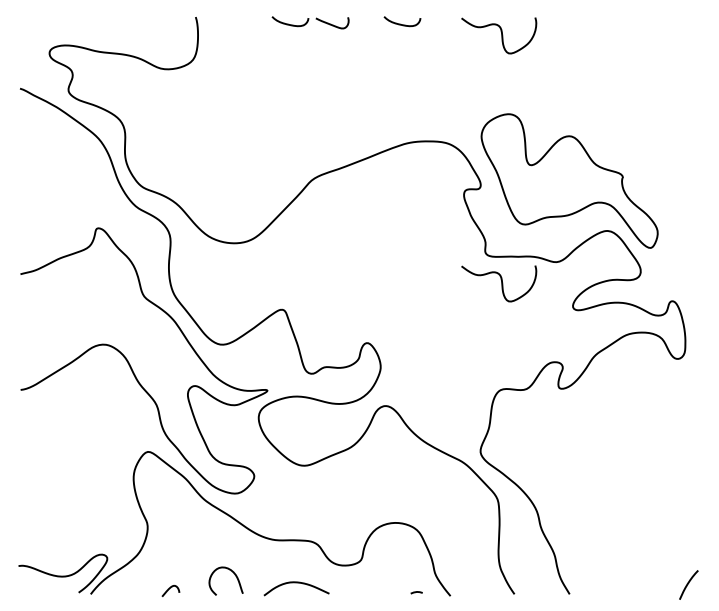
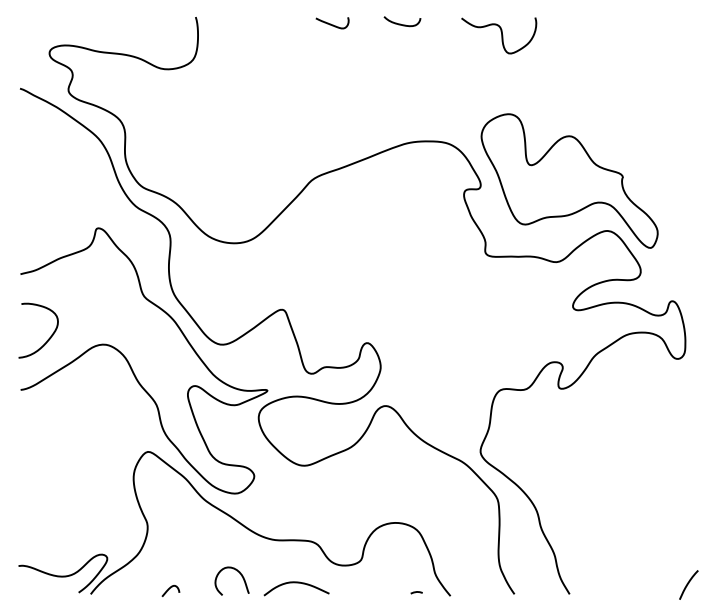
curve at (288, 23): present -> none
curve at (501, 283): present -> none
curve at (47, 339): none -> present
curve at (234, 575) position: (234, 575) -> (240, 575)
